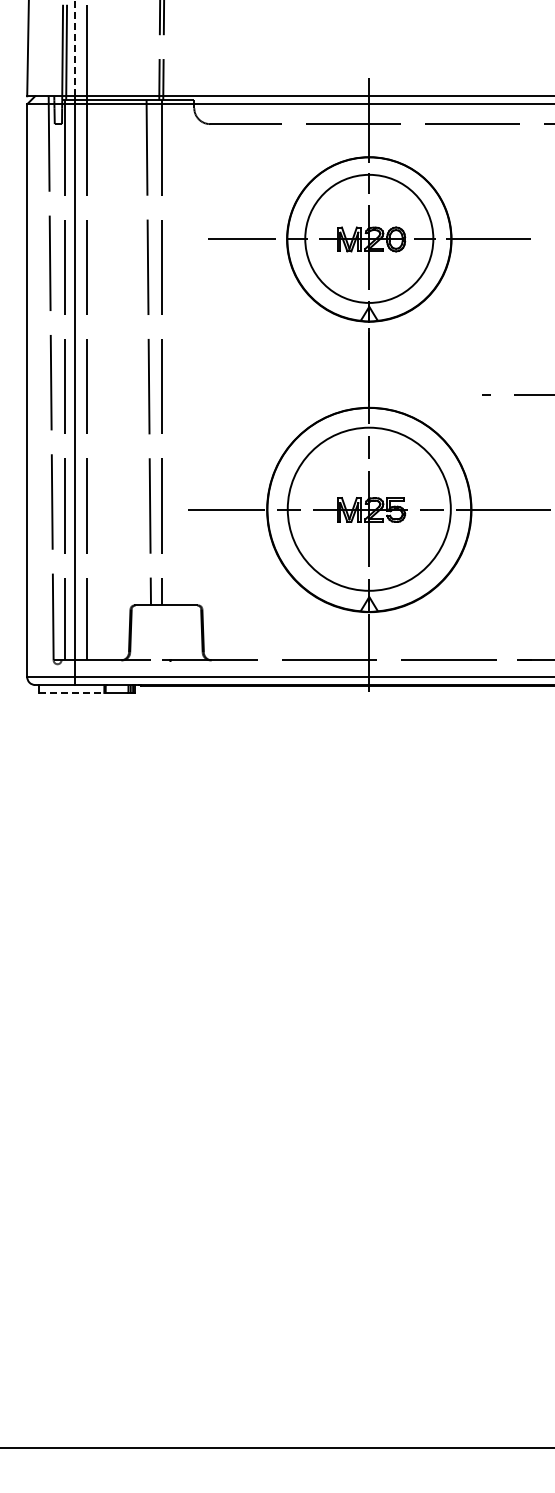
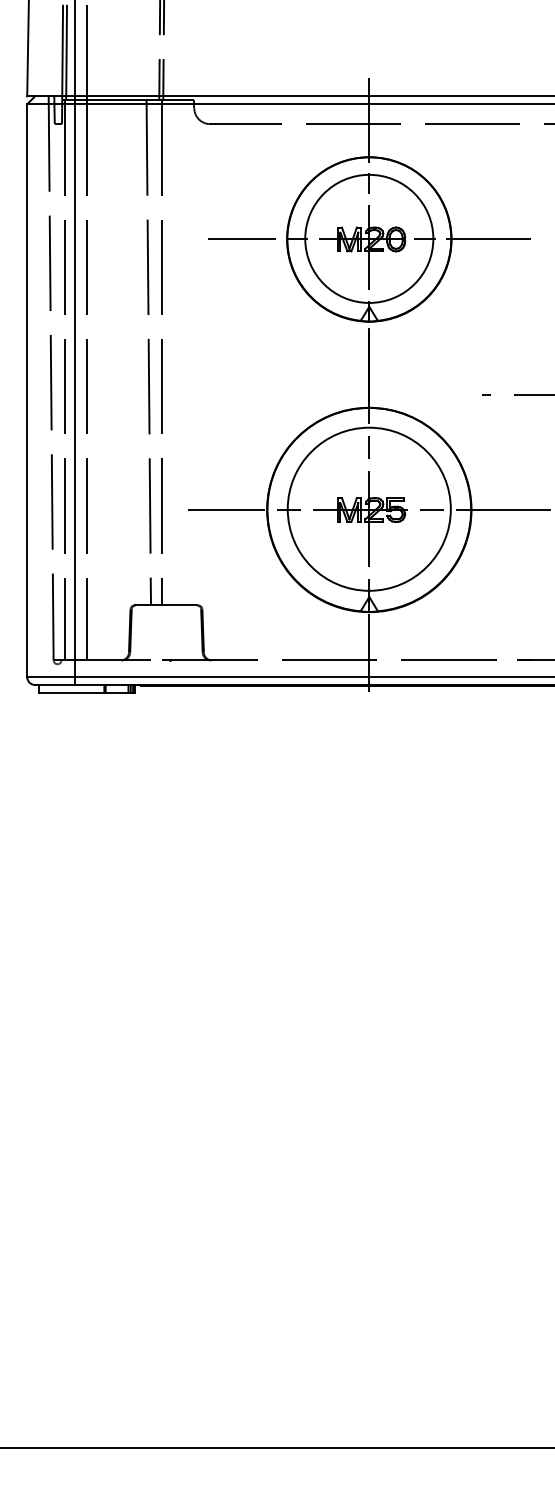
line at (74, 48): dashed -> solid
line at (71, 692): dashed -> solid
